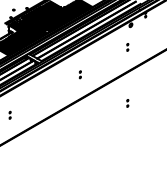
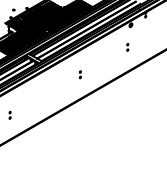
part at (127, 103): present -> none
